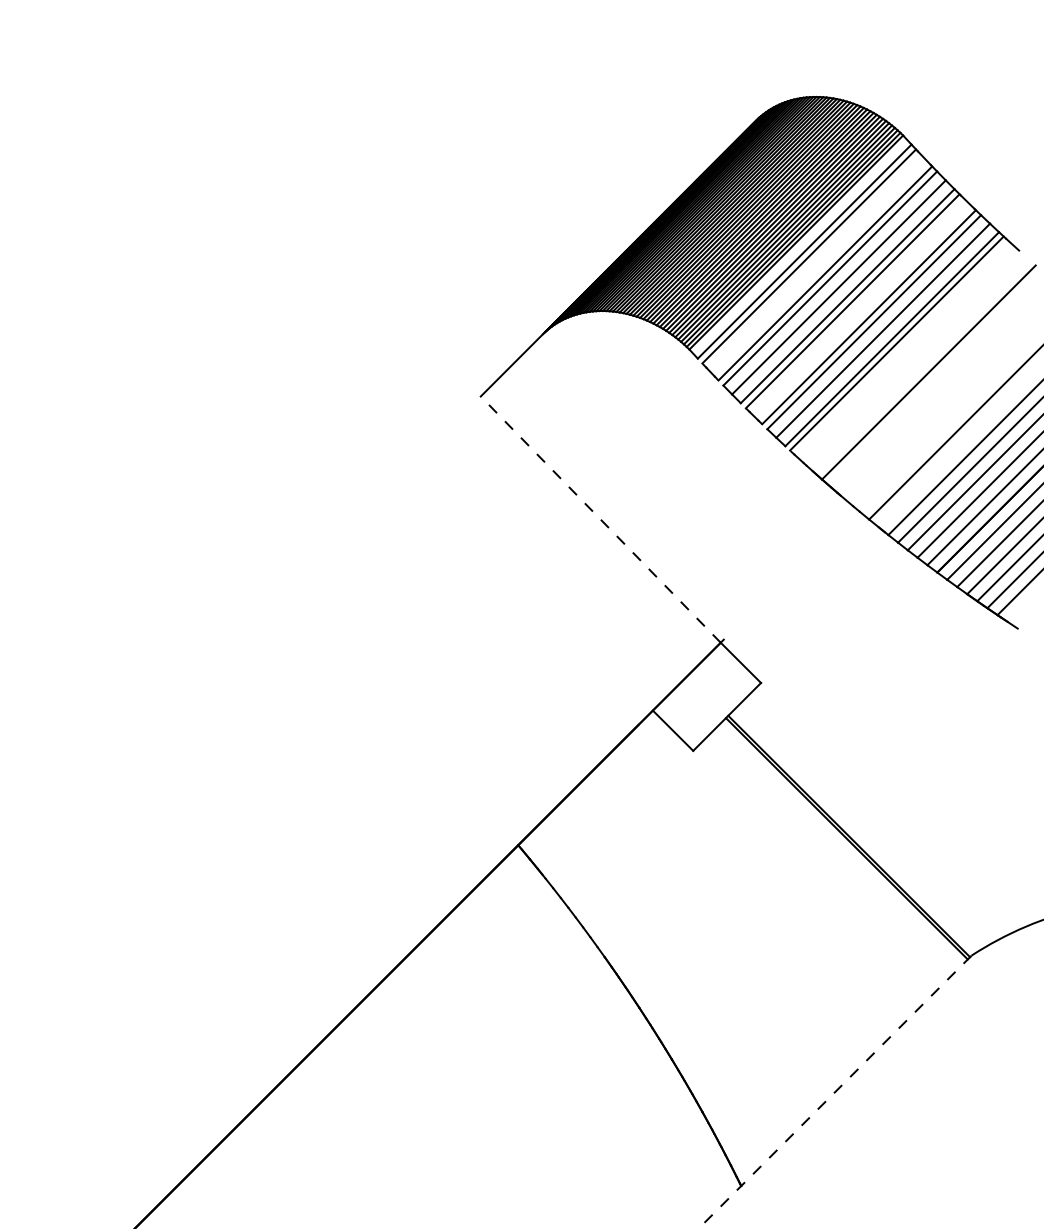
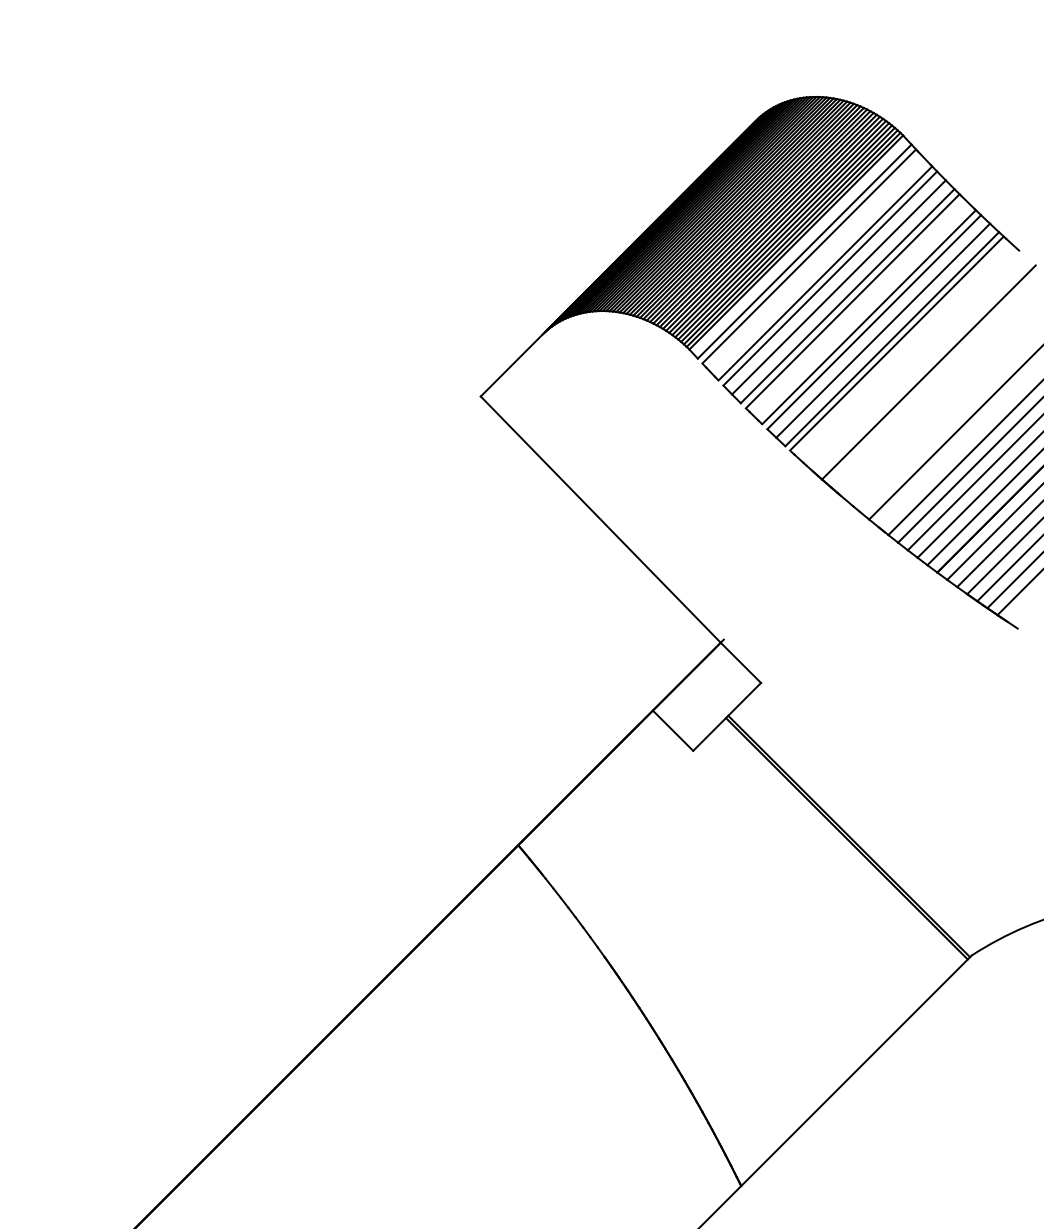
line at (600, 519): dashed -> solid
line at (835, 1092): dashed -> solid
